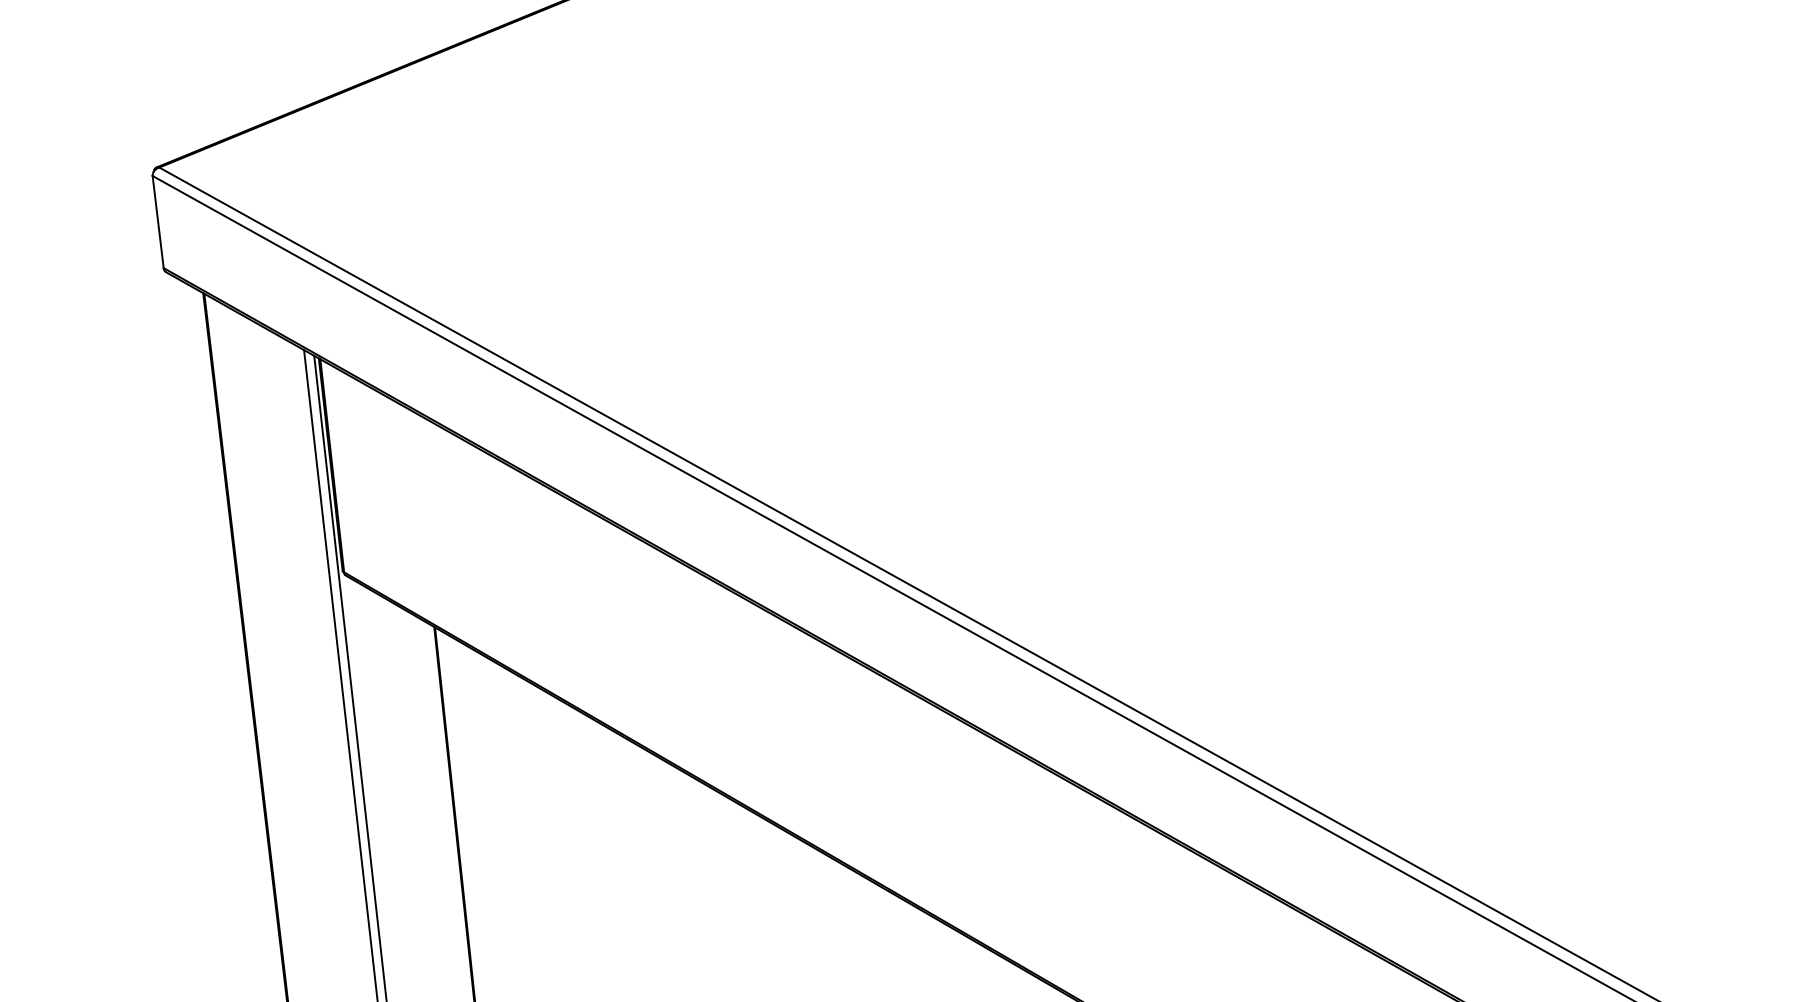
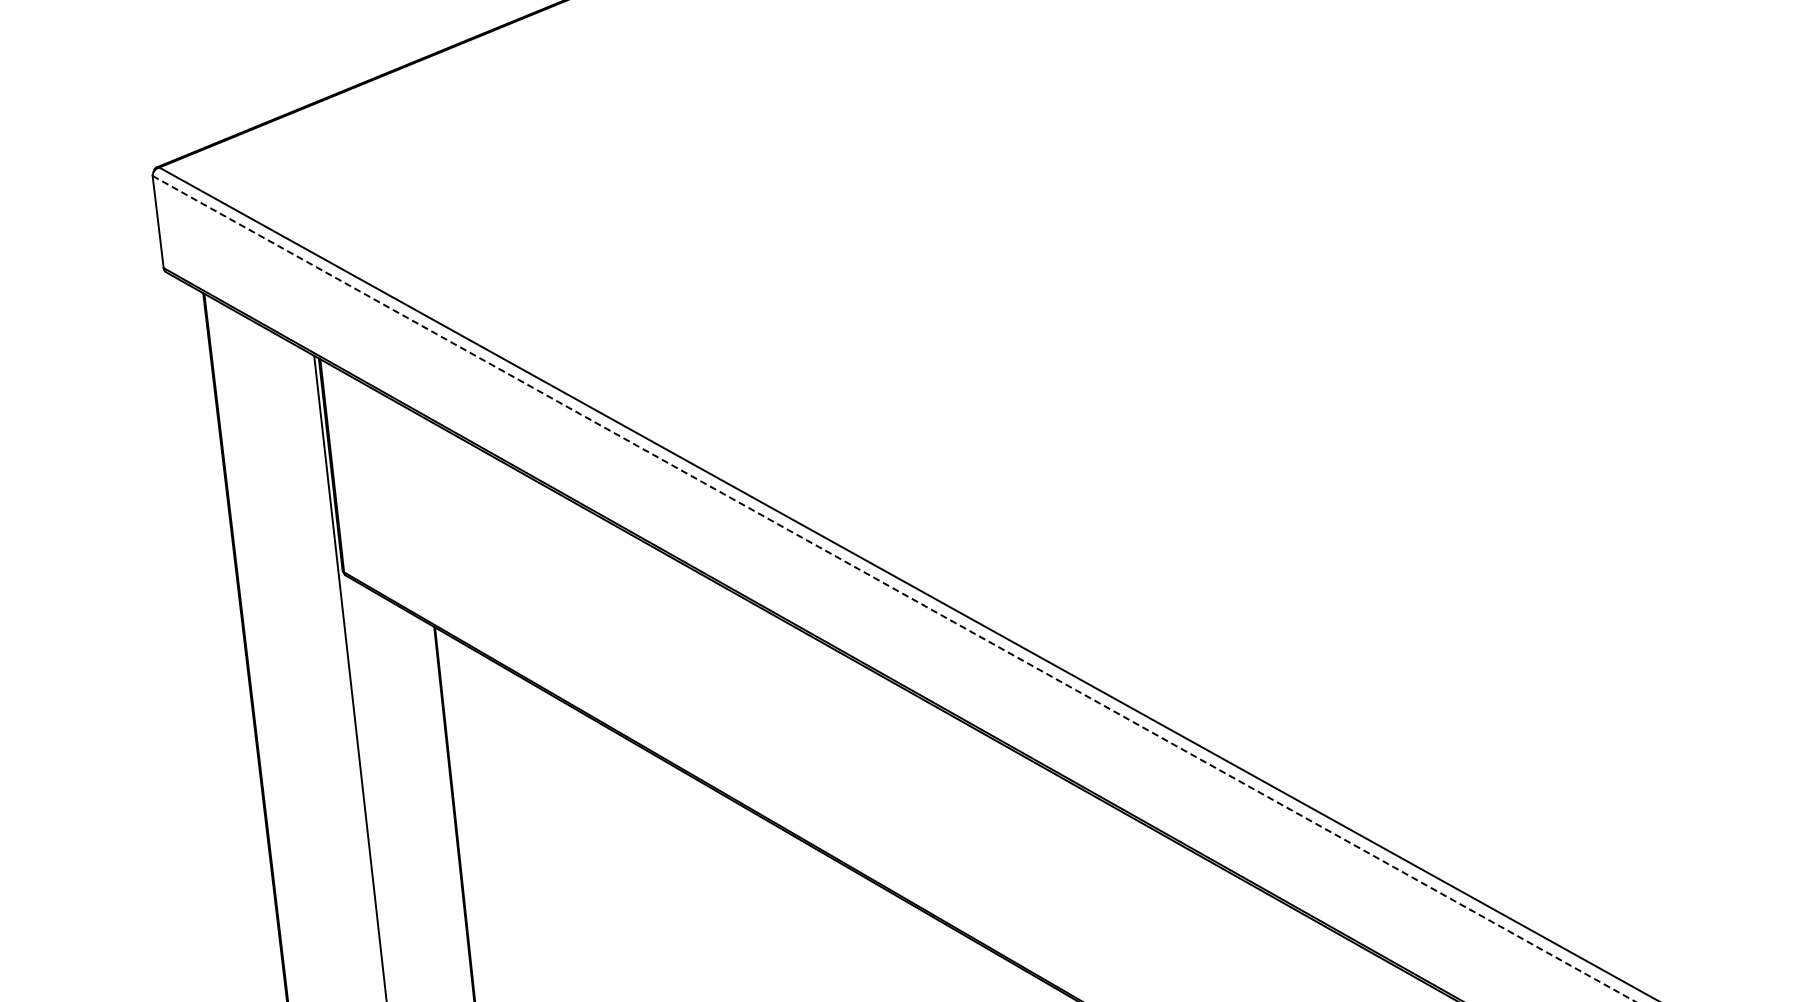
line at (894, 588): solid -> dashed
line at (340, 674): present -> none
